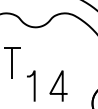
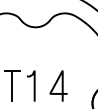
part at (12, 62) position: (12, 62) -> (12, 85)
